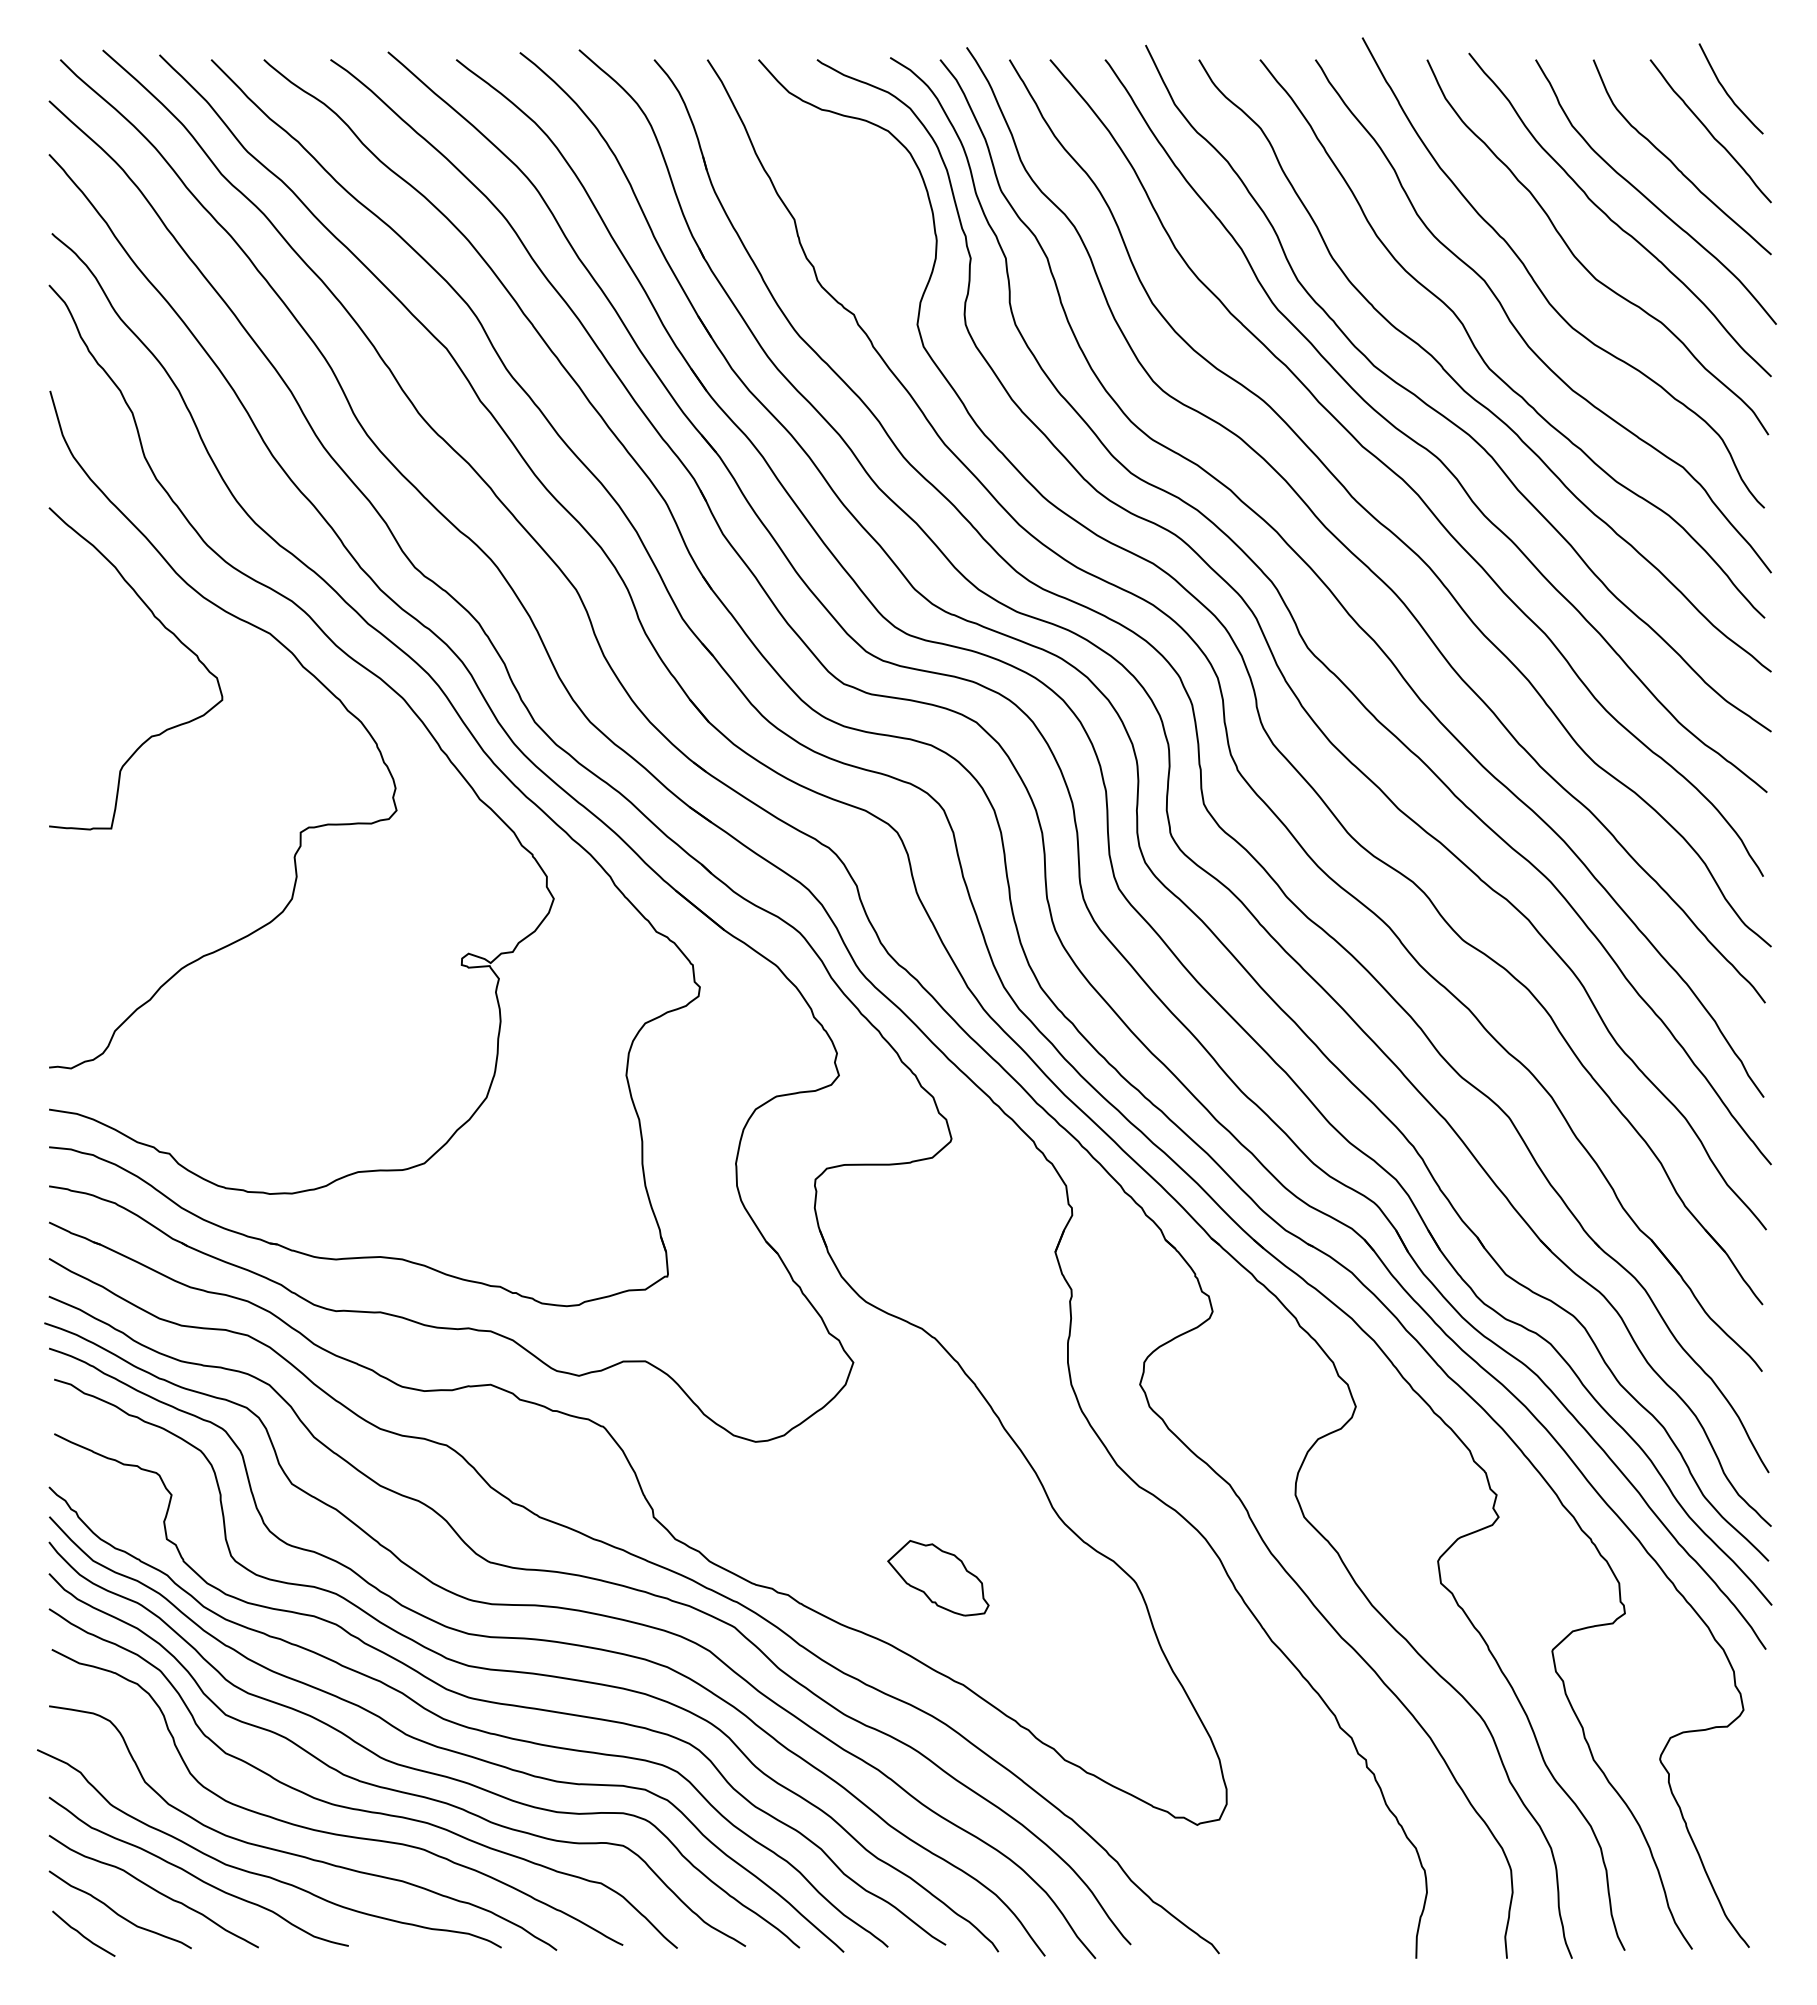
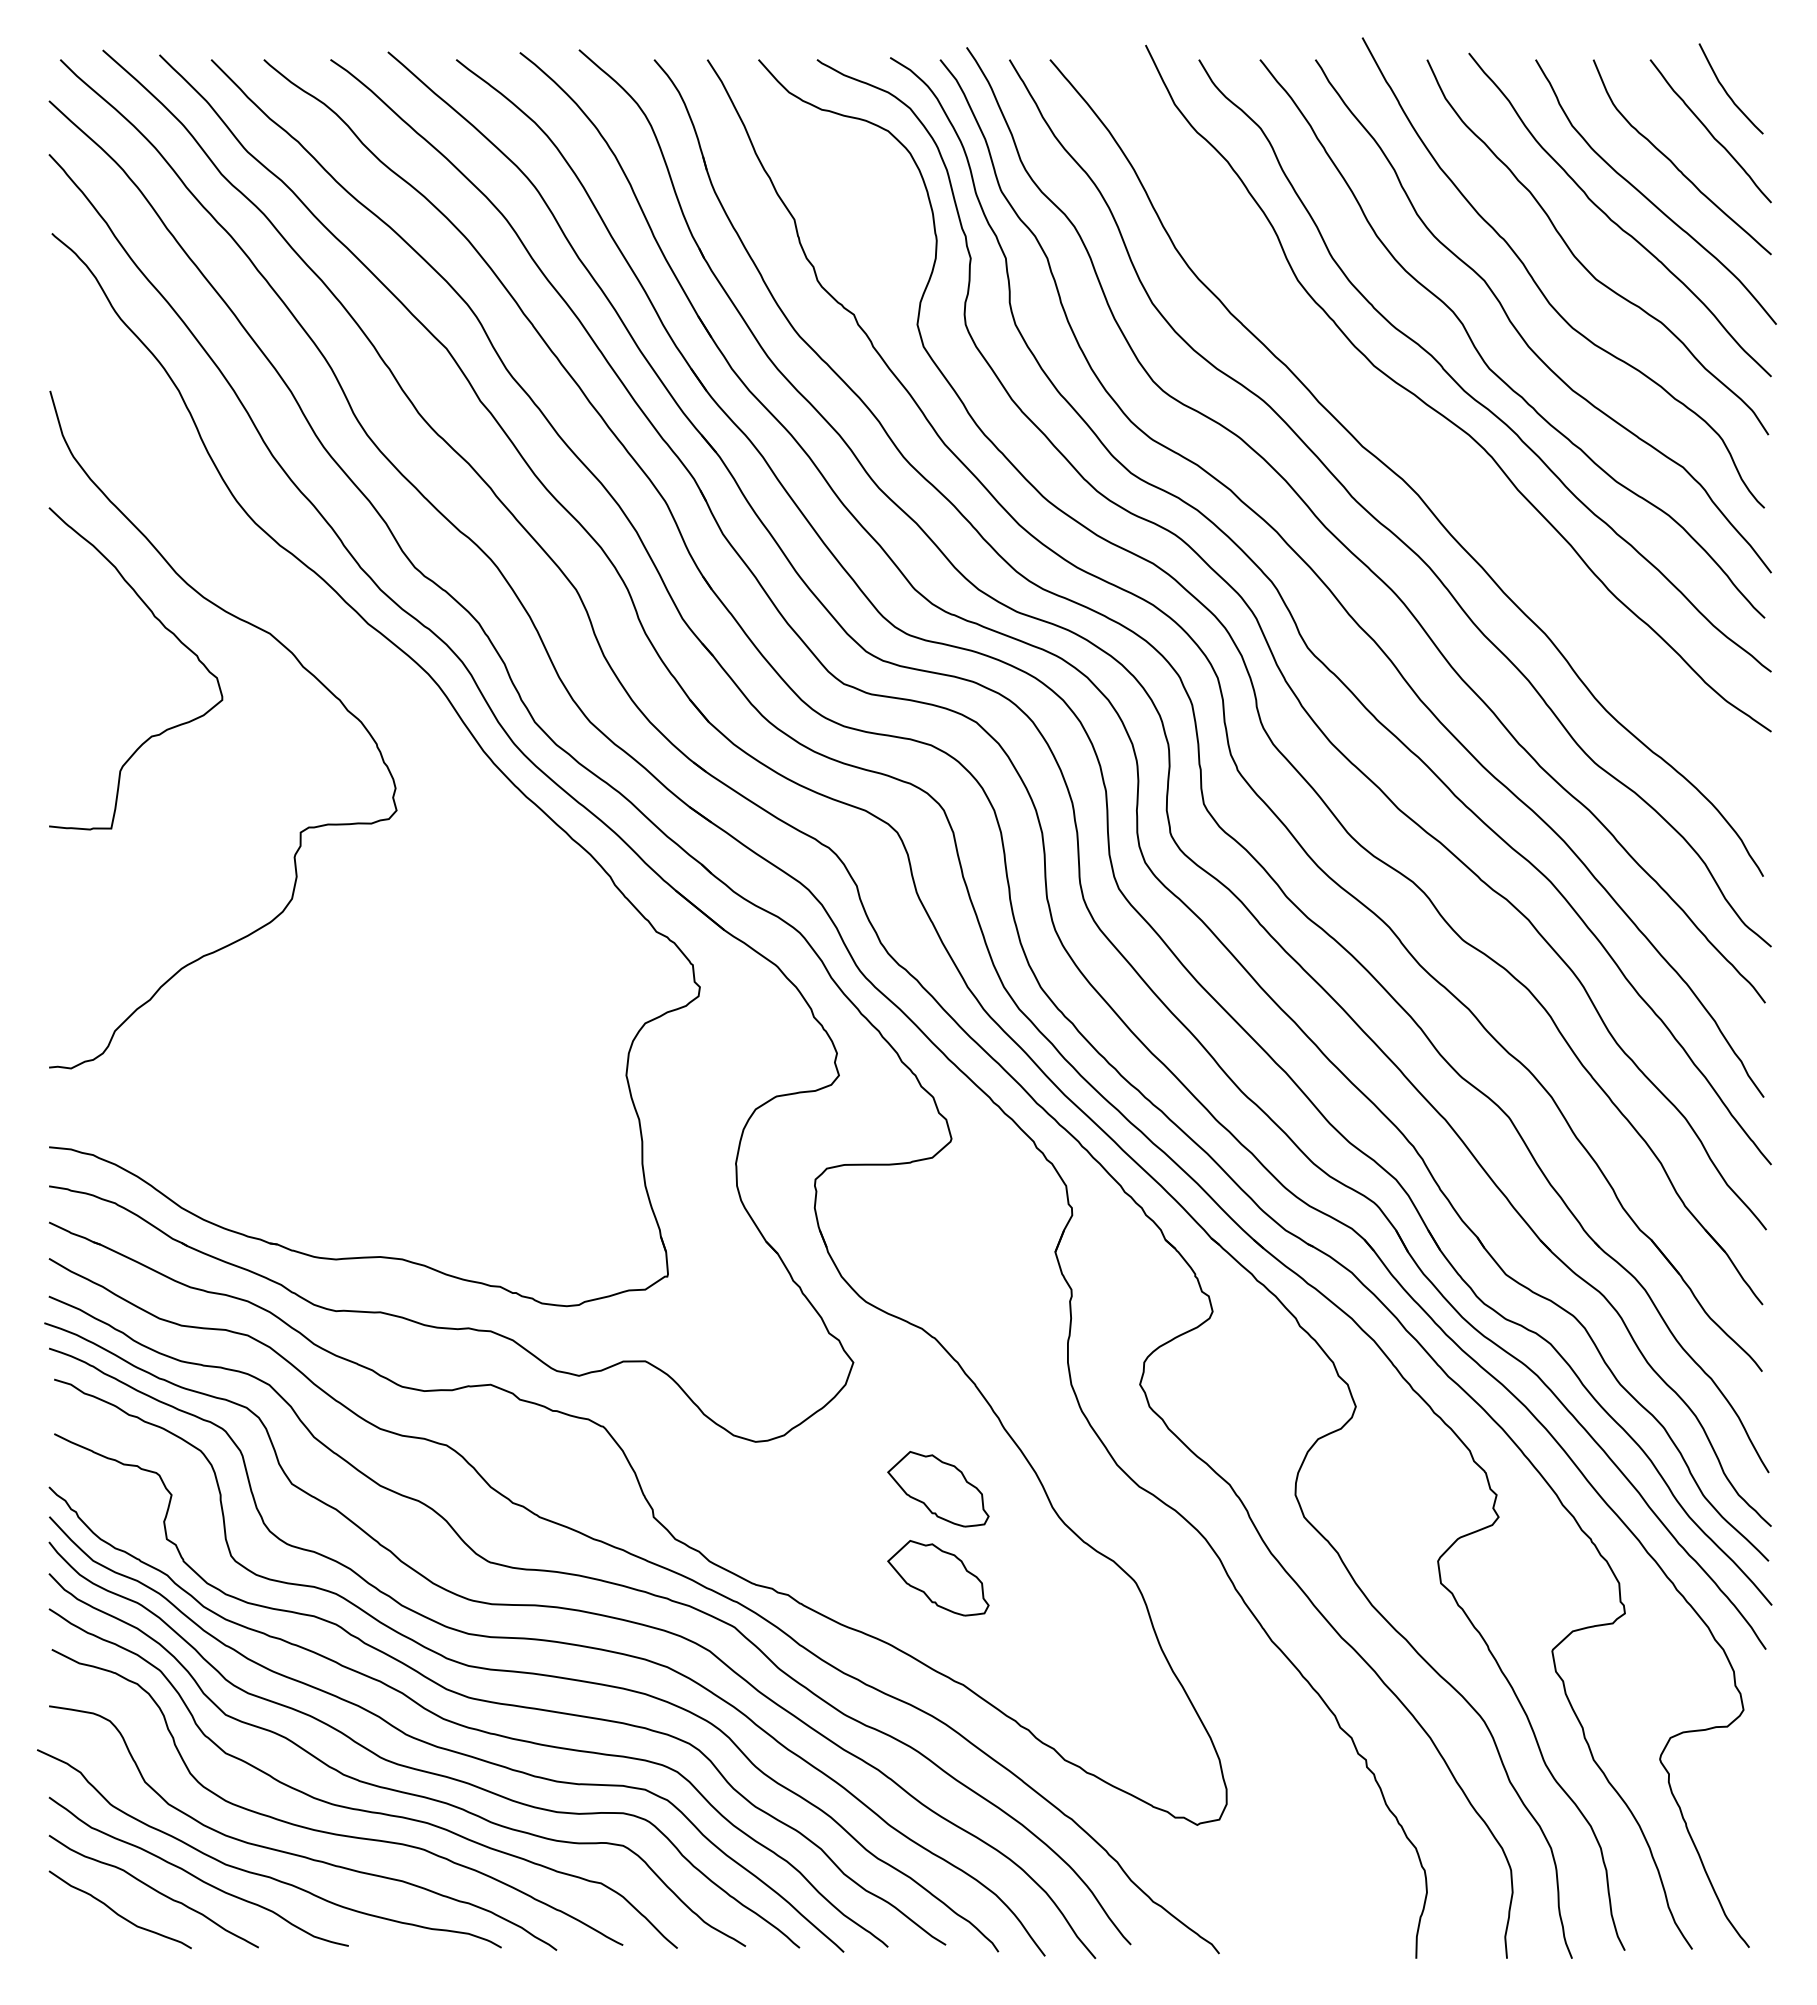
curve at (1421, 444): present -> none
curve at (359, 665): present -> none
part at (938, 1489): none -> present
curve at (82, 1934): present -> none
